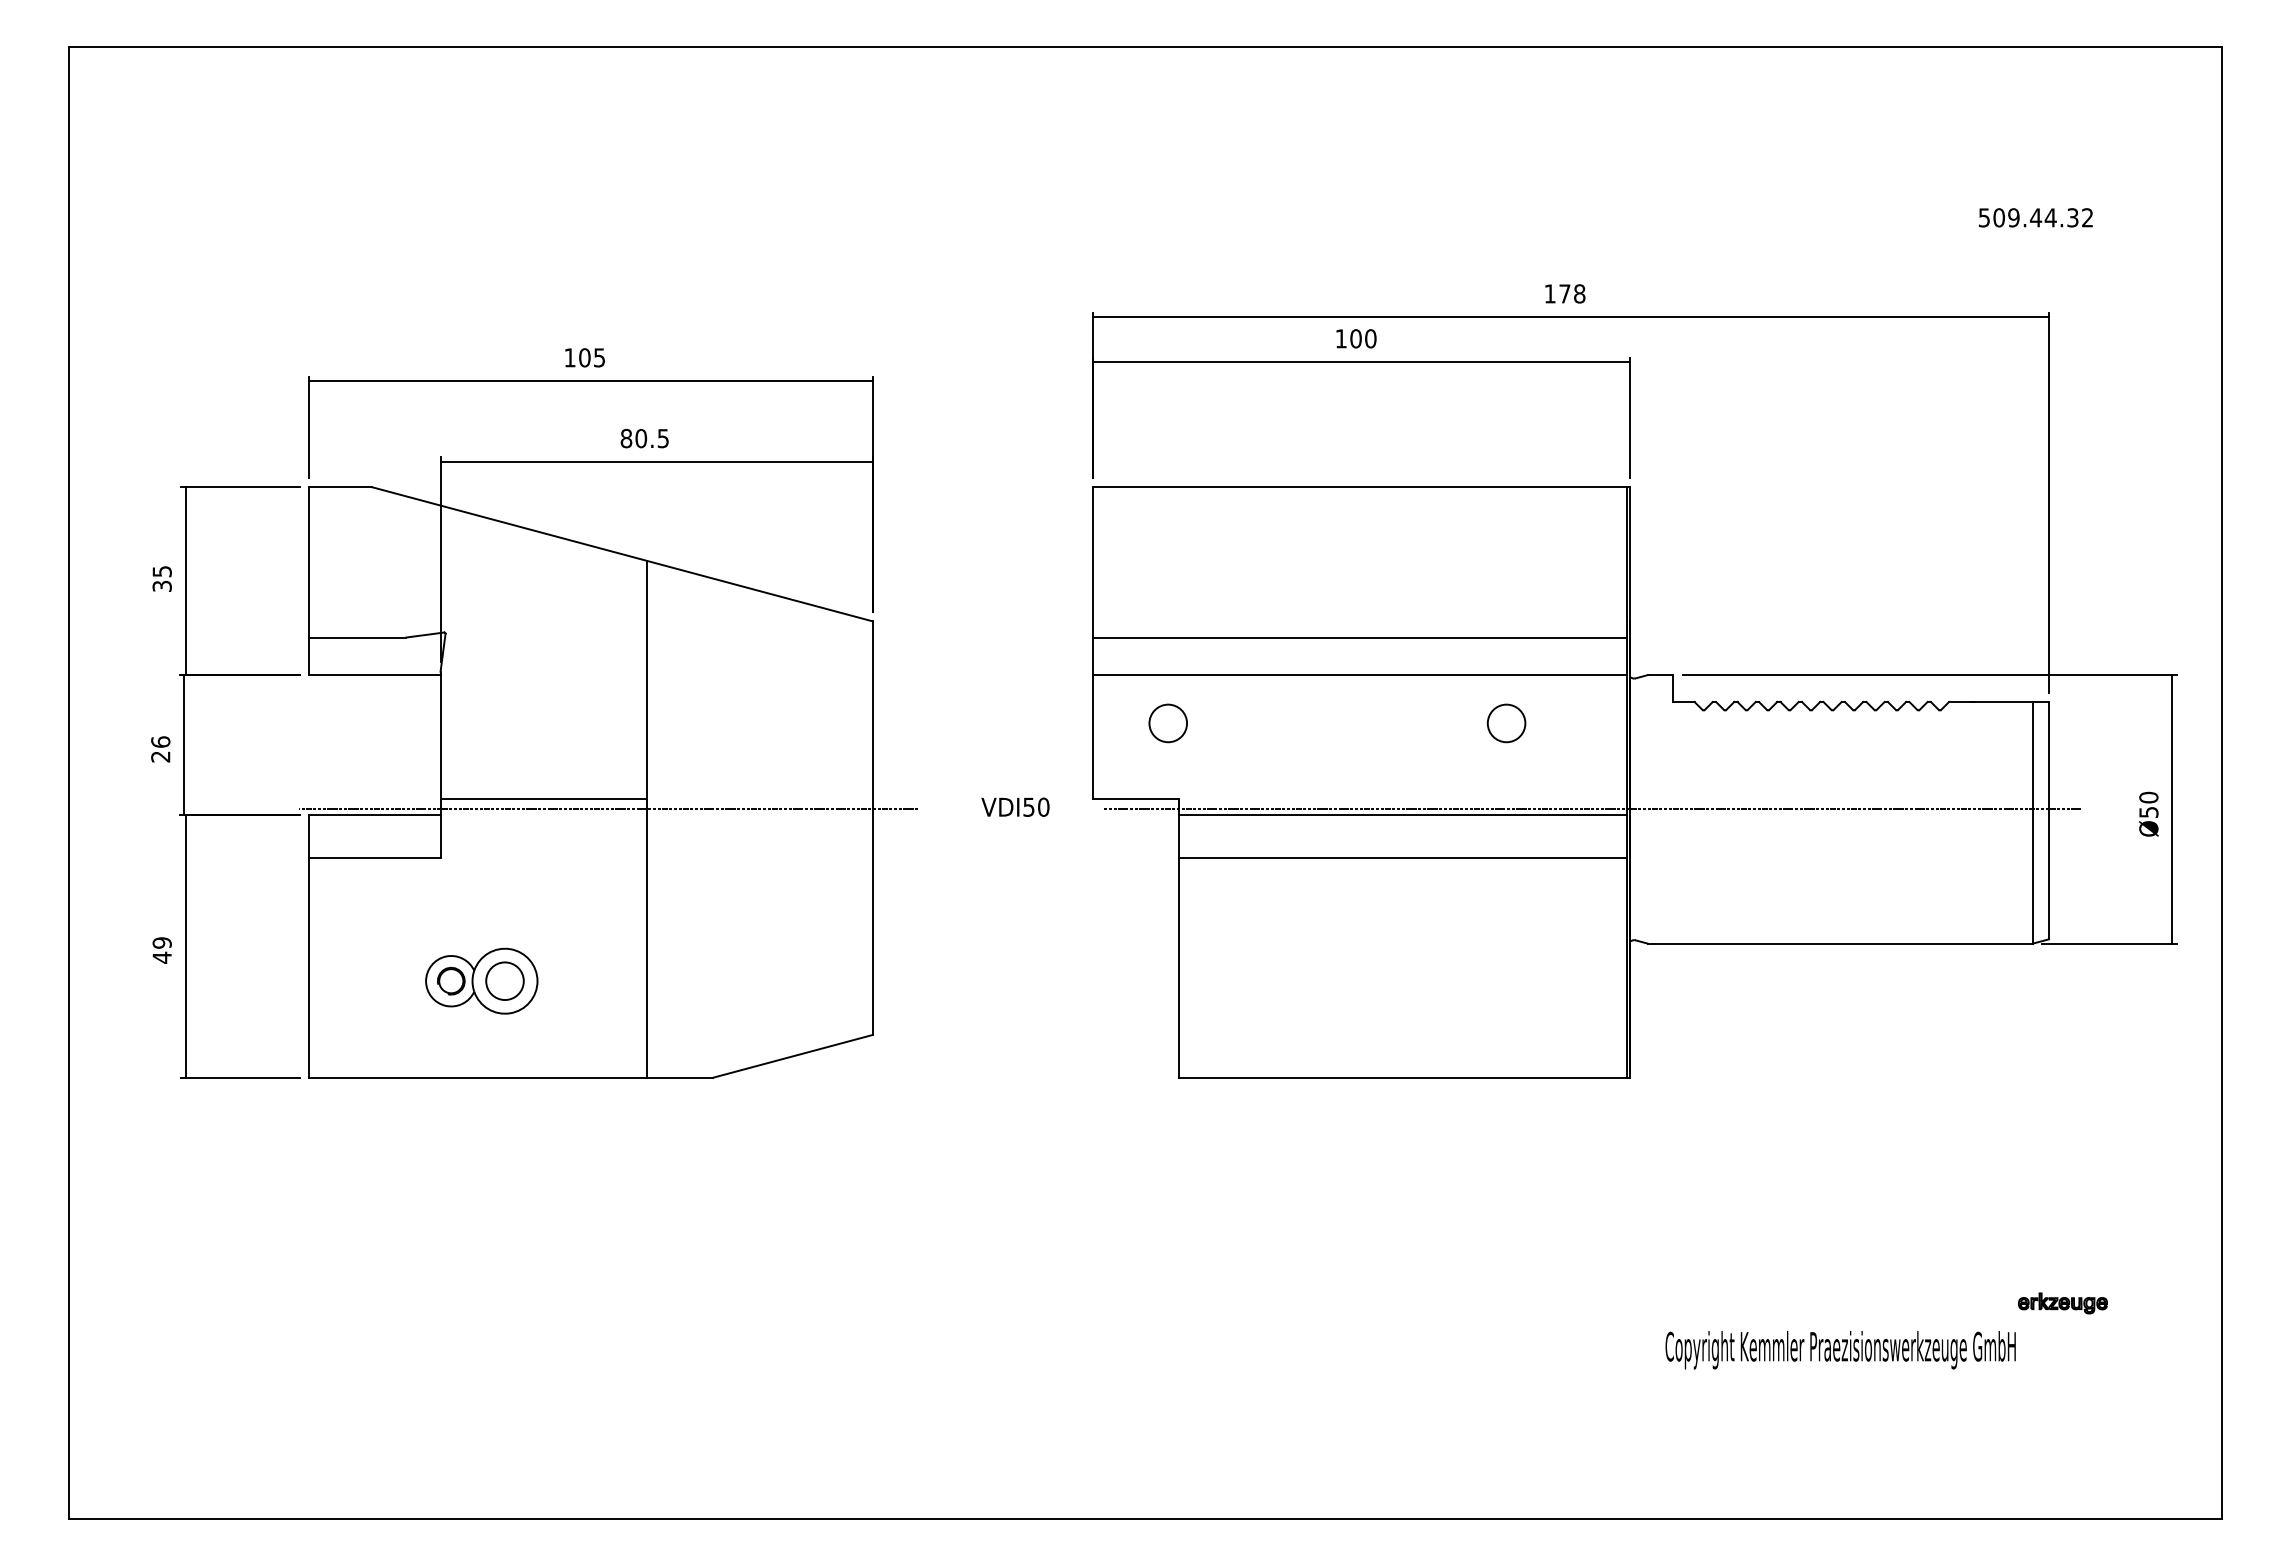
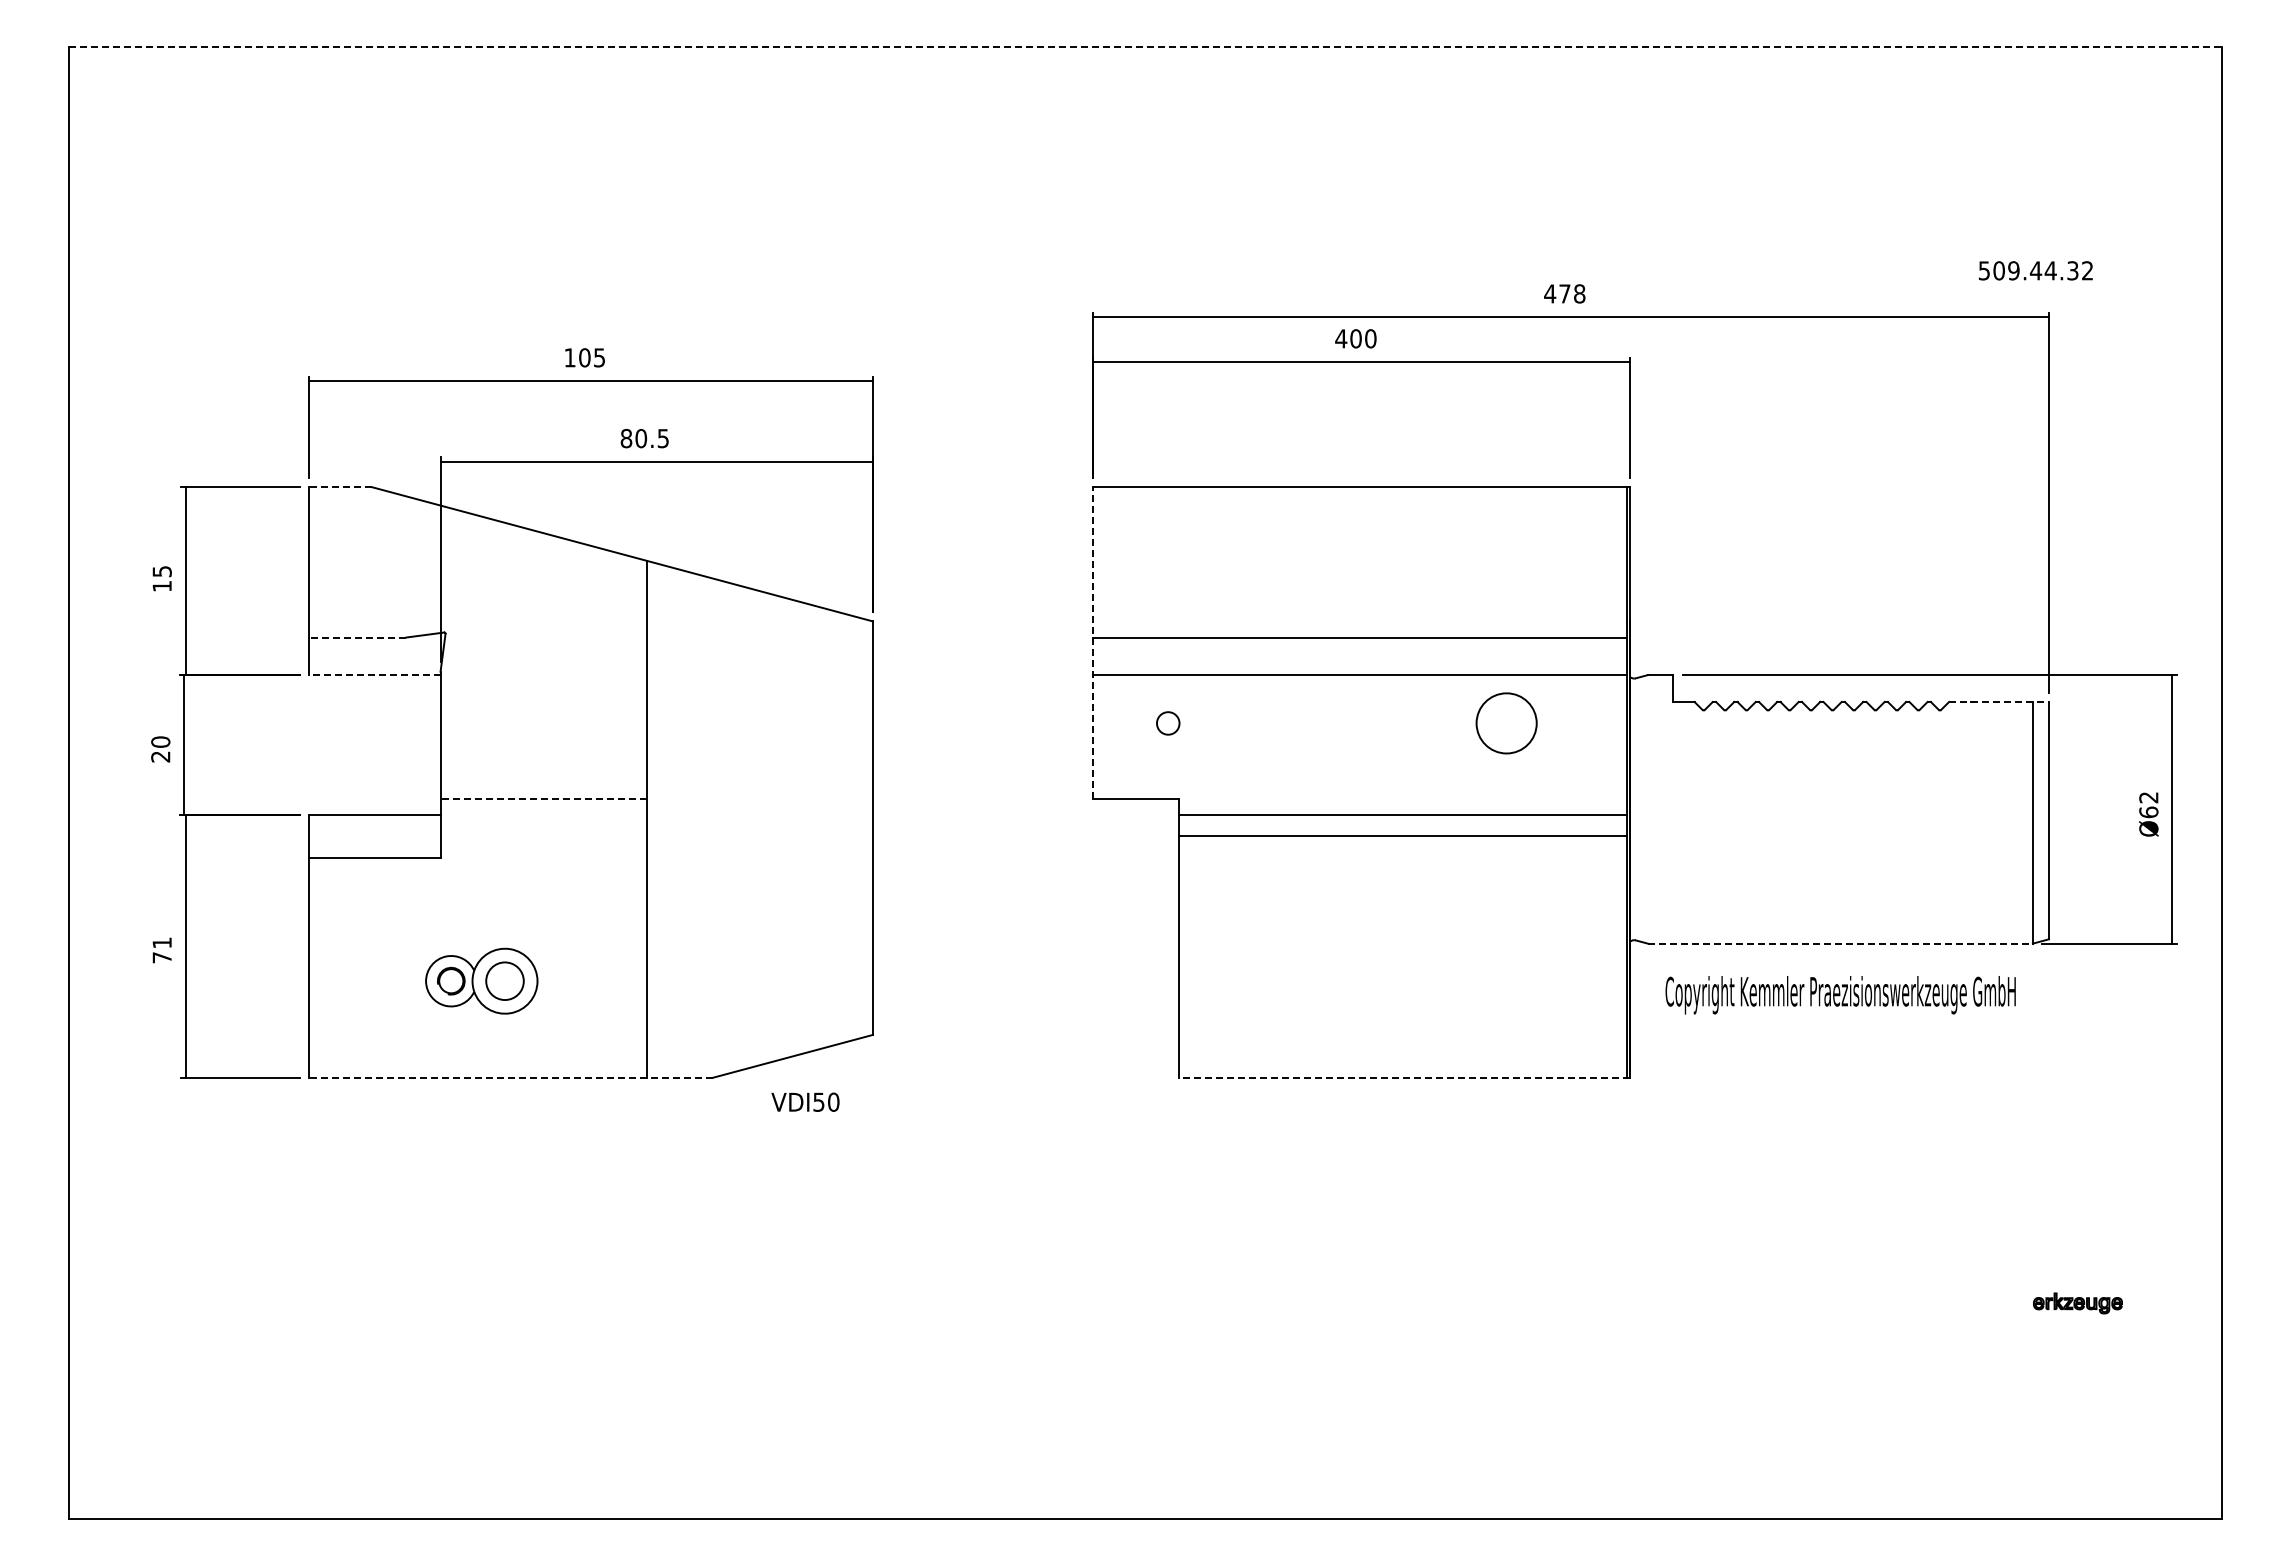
line at (1145, 46): solid -> dashed
text at (2035, 217) position: (2035, 217) -> (2035, 270)
text at (1550, 293): 178 -> 478
text at (1341, 338): 100 -> 400
line at (339, 487): solid -> dashed
text at (161, 585): 35 -> 15
line at (357, 637): solid -> dashed
line at (1093, 642): solid -> dashed
line at (374, 675): solid -> dashed
line at (1999, 701): solid -> dashed
circle at (1168, 723) diameter: 38 px -> 23 px
circle at (1506, 723) size: 41x41 px -> 63x63 px
text at (160, 741): 26 -> 20
line at (543, 798): solid -> dashed
text at (2148, 804): Ø50 -> Ø62
text at (1015, 806) position: (1015, 806) -> (805, 1101)
line at (608, 809): present -> none
line at (1591, 809): present -> none
line at (1403, 857) position: (1403, 857) -> (1403, 835)
line at (1840, 943): solid -> dashed
text at (161, 950): 49 -> 71
line at (510, 1077): solid -> dashed
line at (1404, 1077): solid -> dashed
part at (2062, 1303) position: (2062, 1303) -> (2077, 1303)
text at (1840, 1350) position: (1840, 1350) -> (1840, 995)
